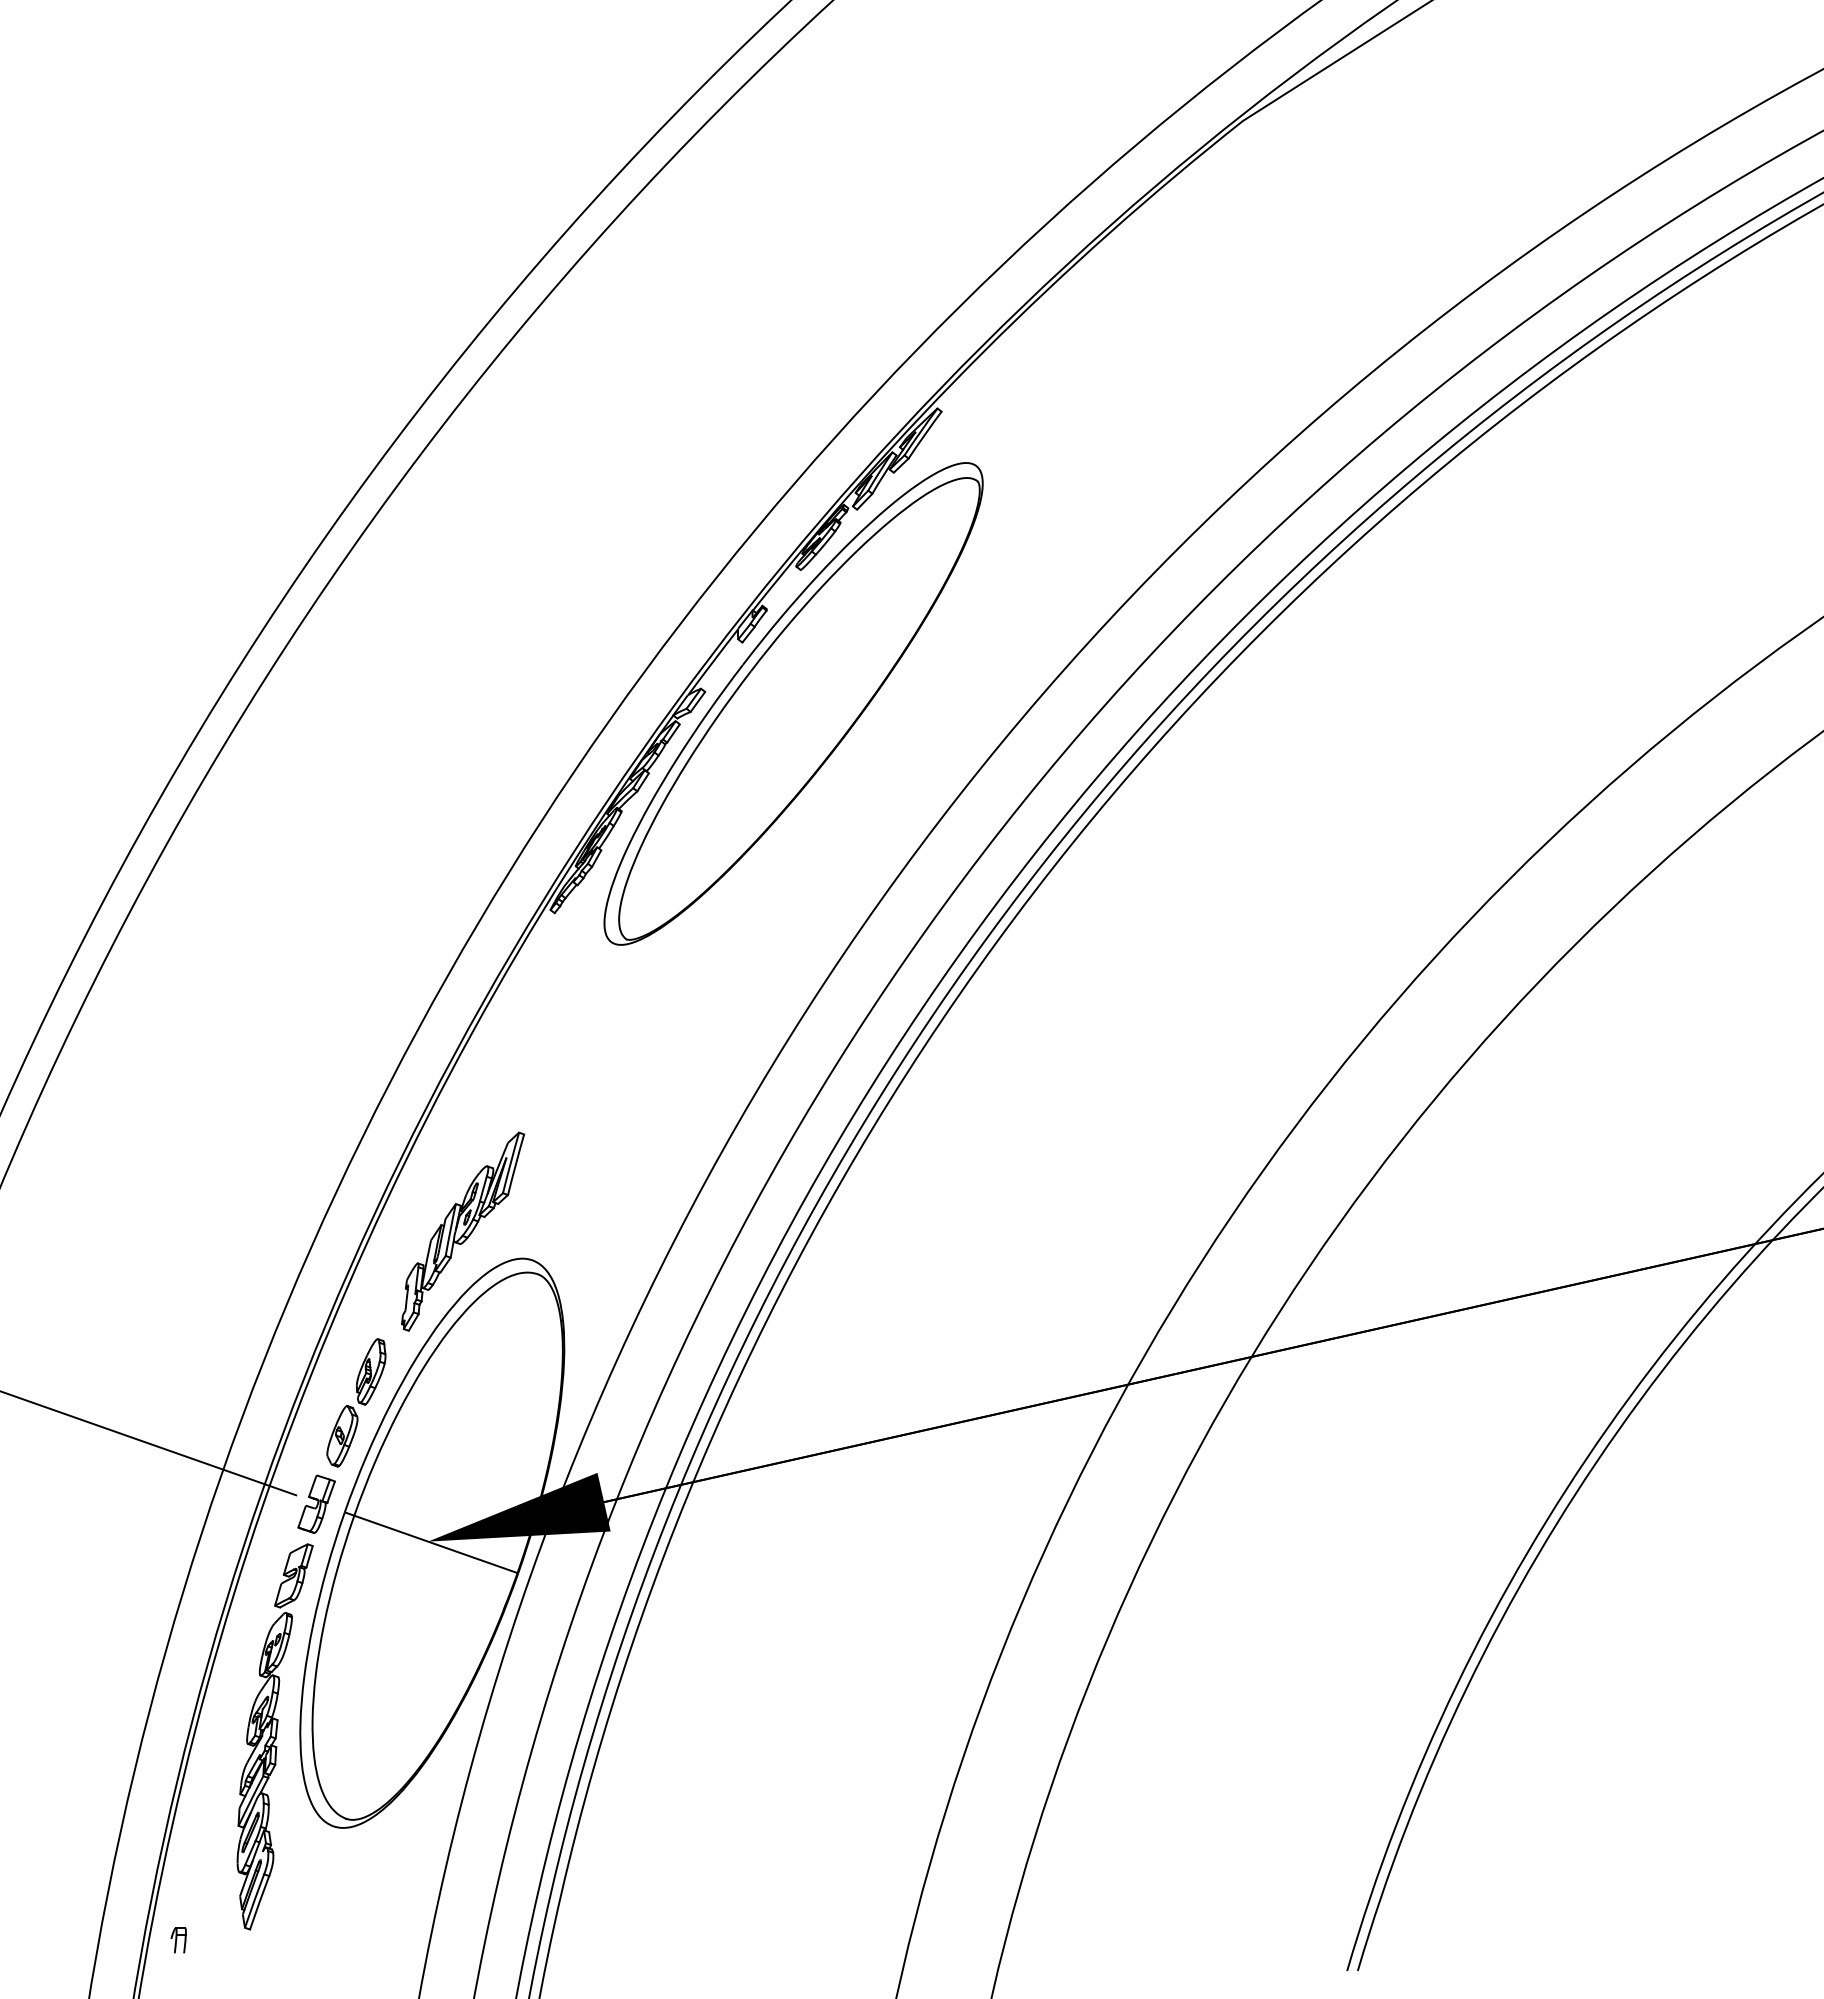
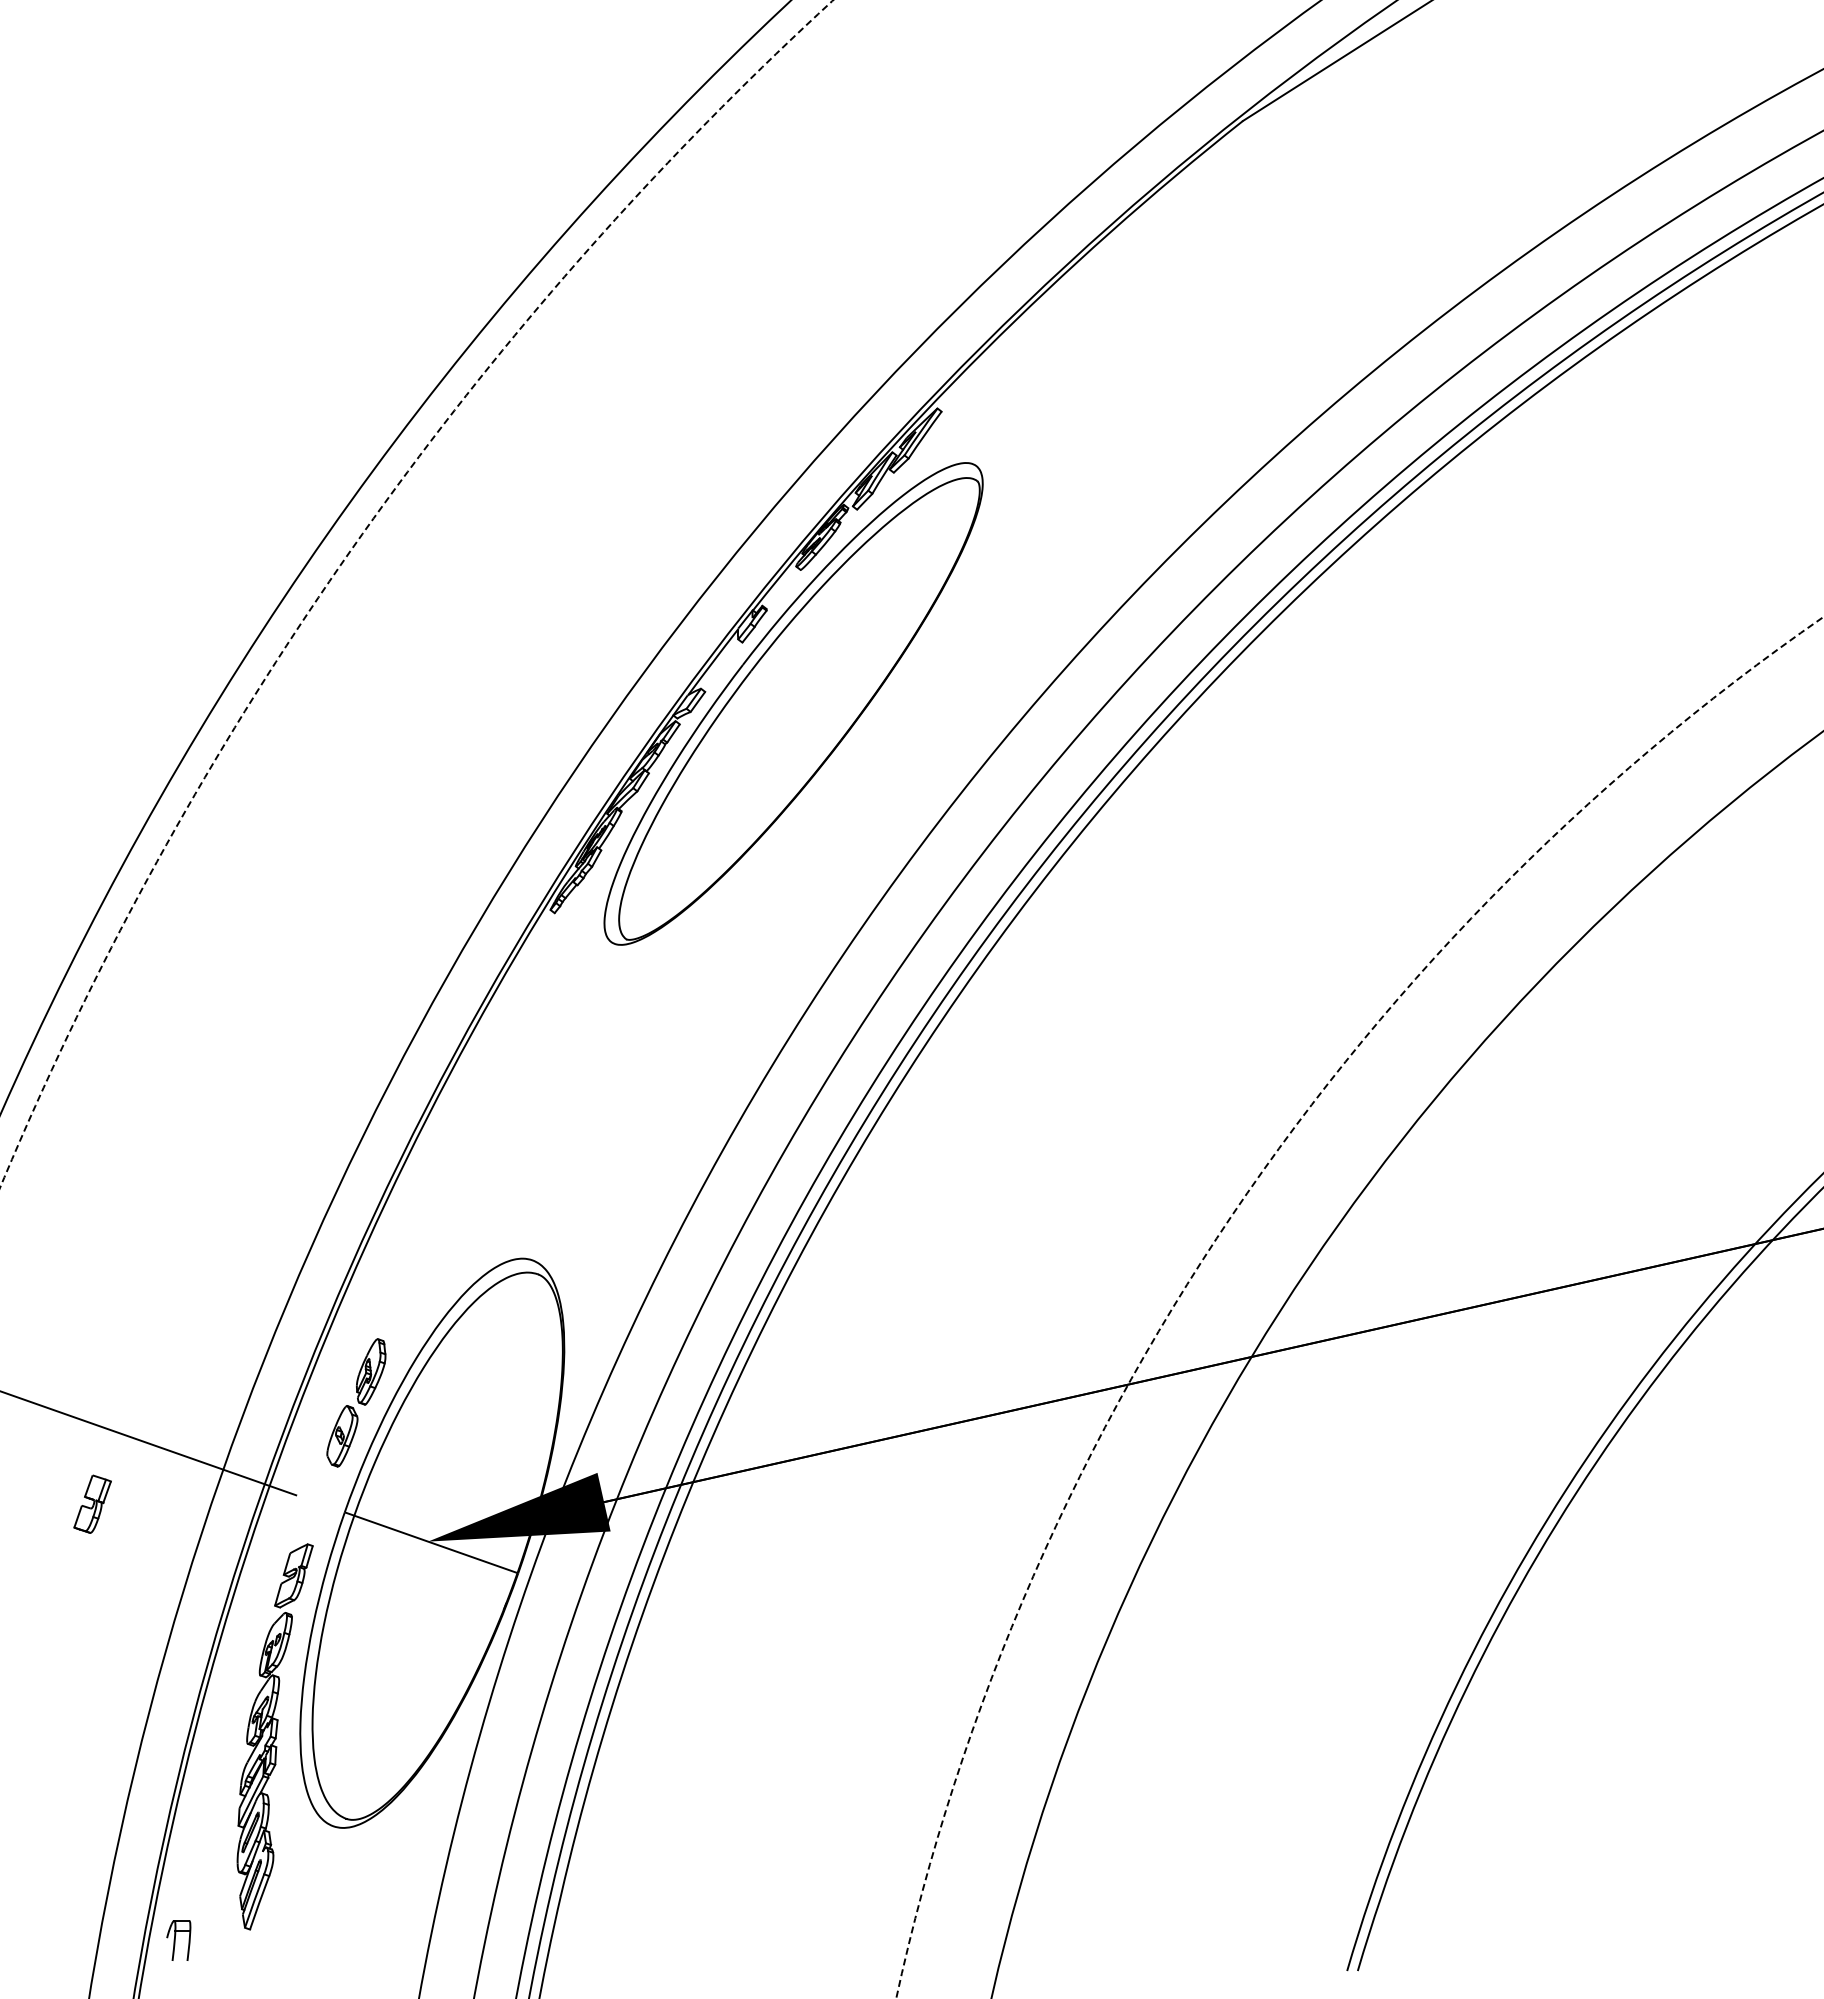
arc at (352, 548): solid -> dashed
part at (463, 1231): present -> none
circle at (1359, 1307): solid -> dashed
part at (316, 1503) position: (316, 1503) -> (92, 1503)
part at (178, 1940) size: 17x27 px -> 26x41 px
